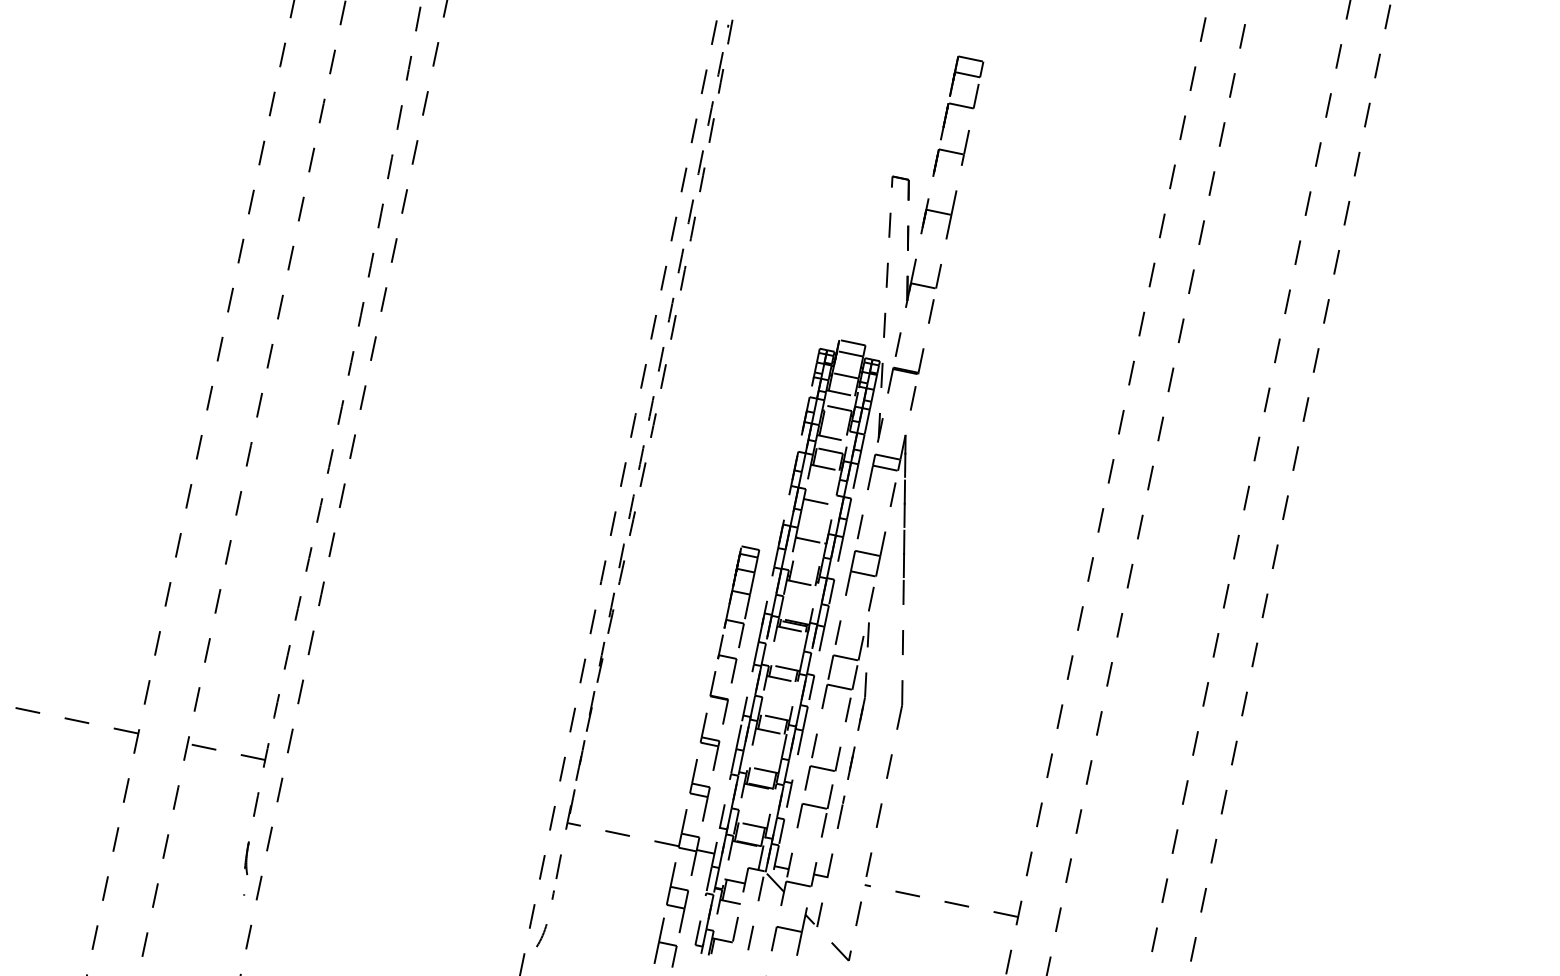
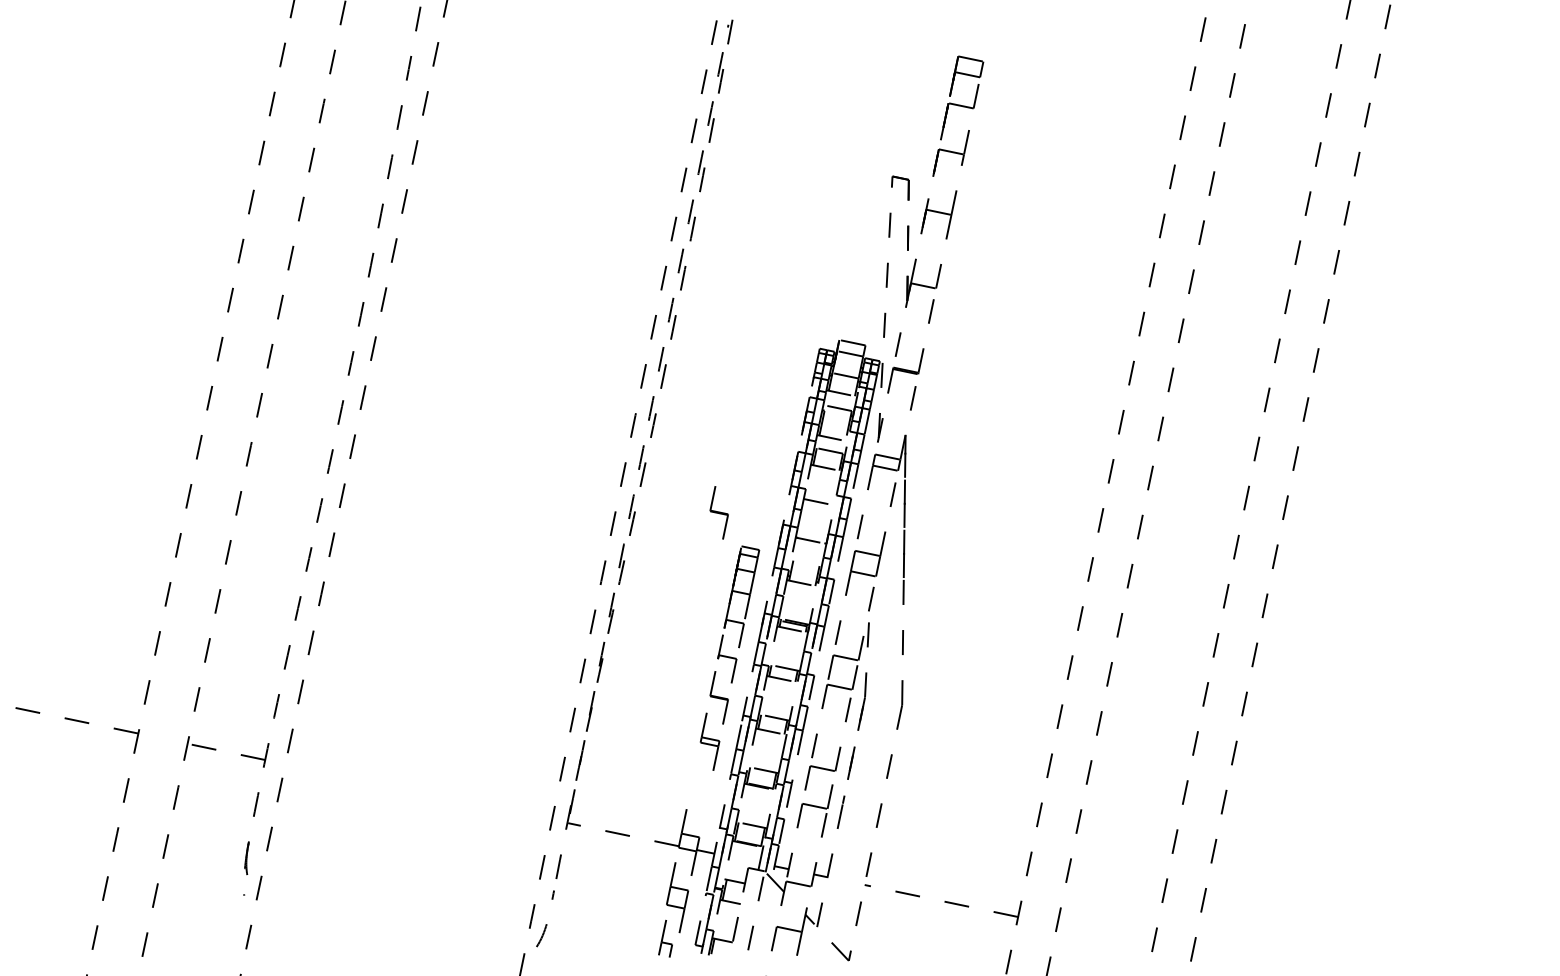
part at (718, 512): none -> present
part at (699, 790): present -> none
part at (665, 942) size: 25x51 px -> 15x34 px
